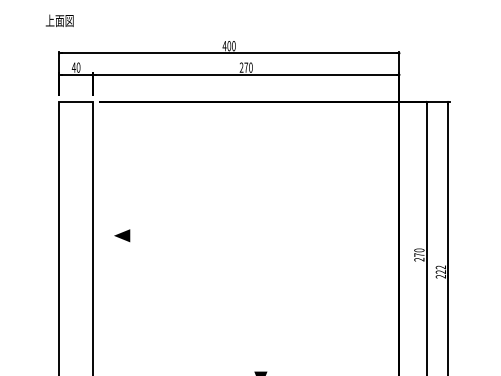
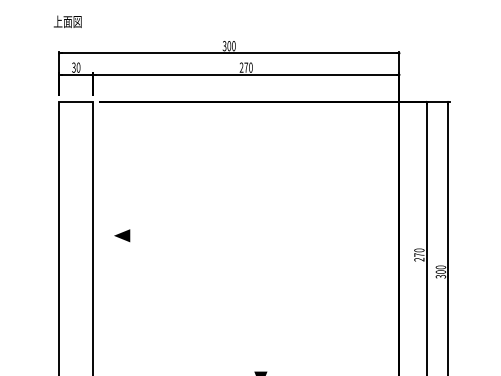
text at (59, 20) position: (59, 20) -> (67, 21)
text at (224, 46): 400 -> 300
text at (73, 67): 40 -> 30
text at (441, 271): 222 -> 300
